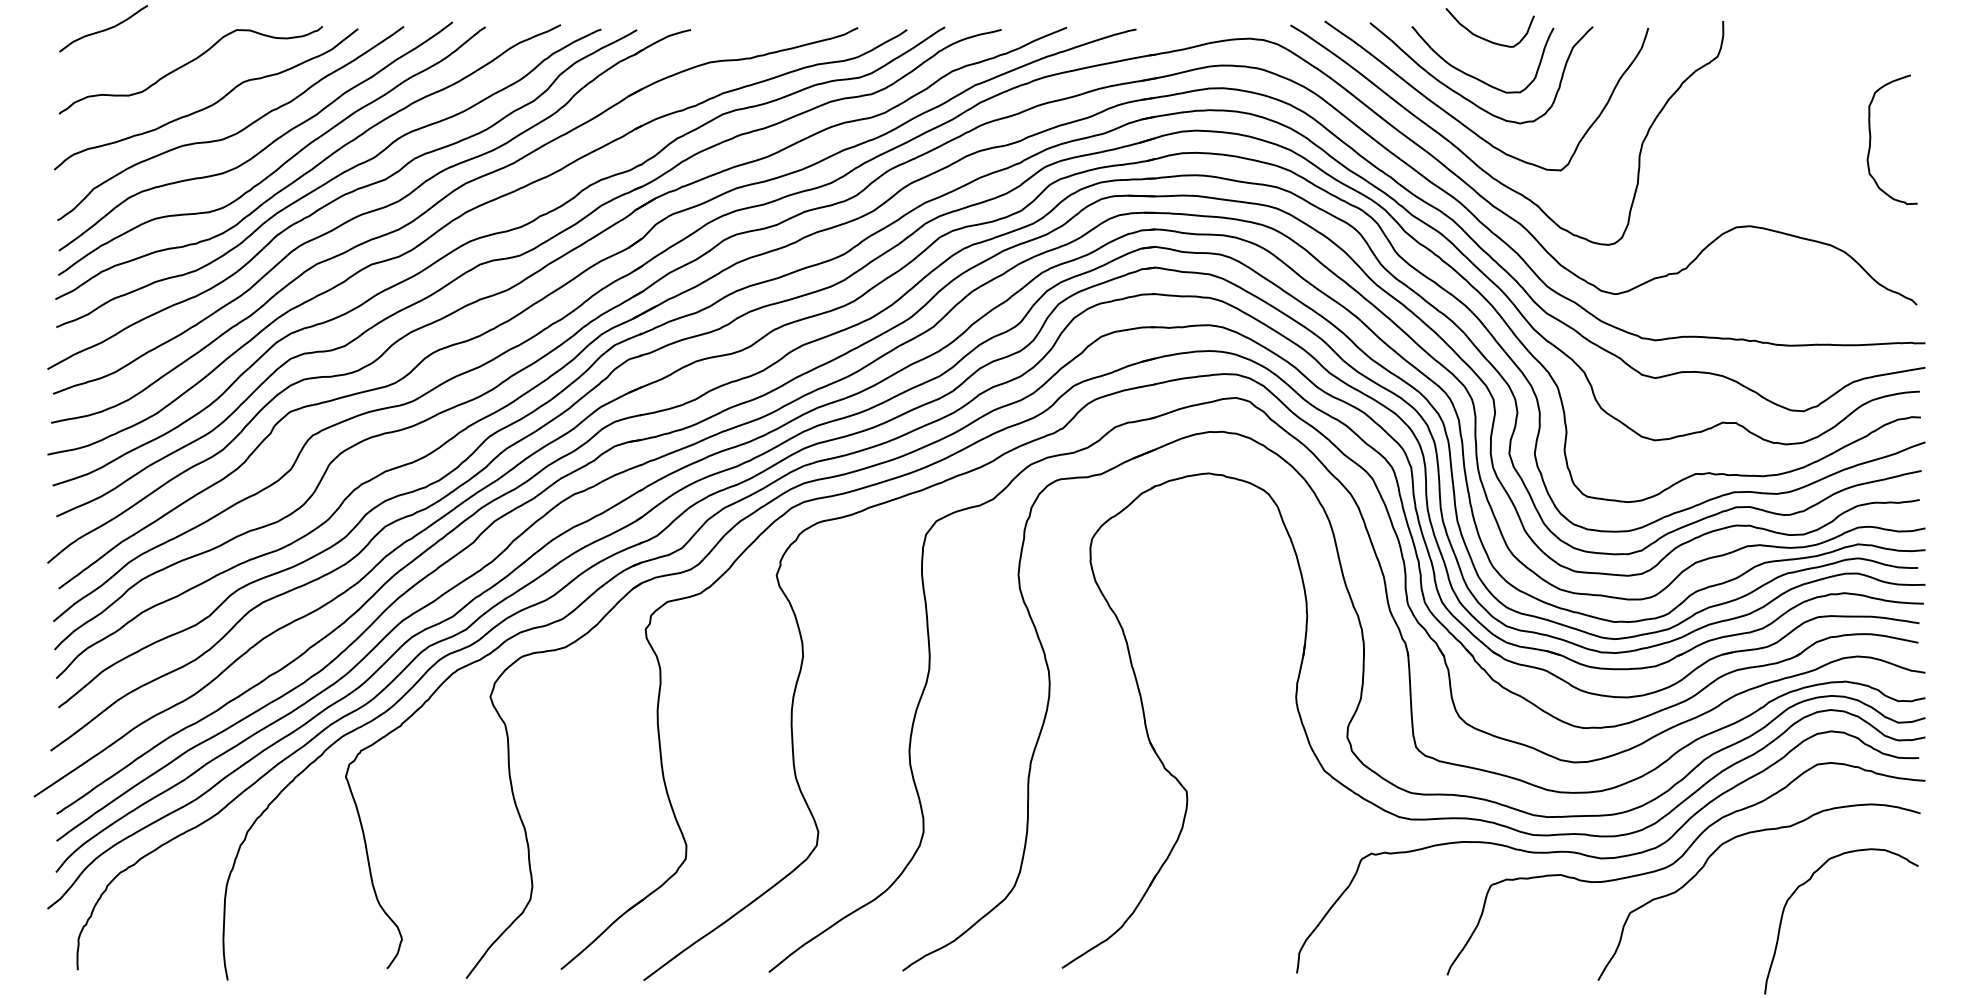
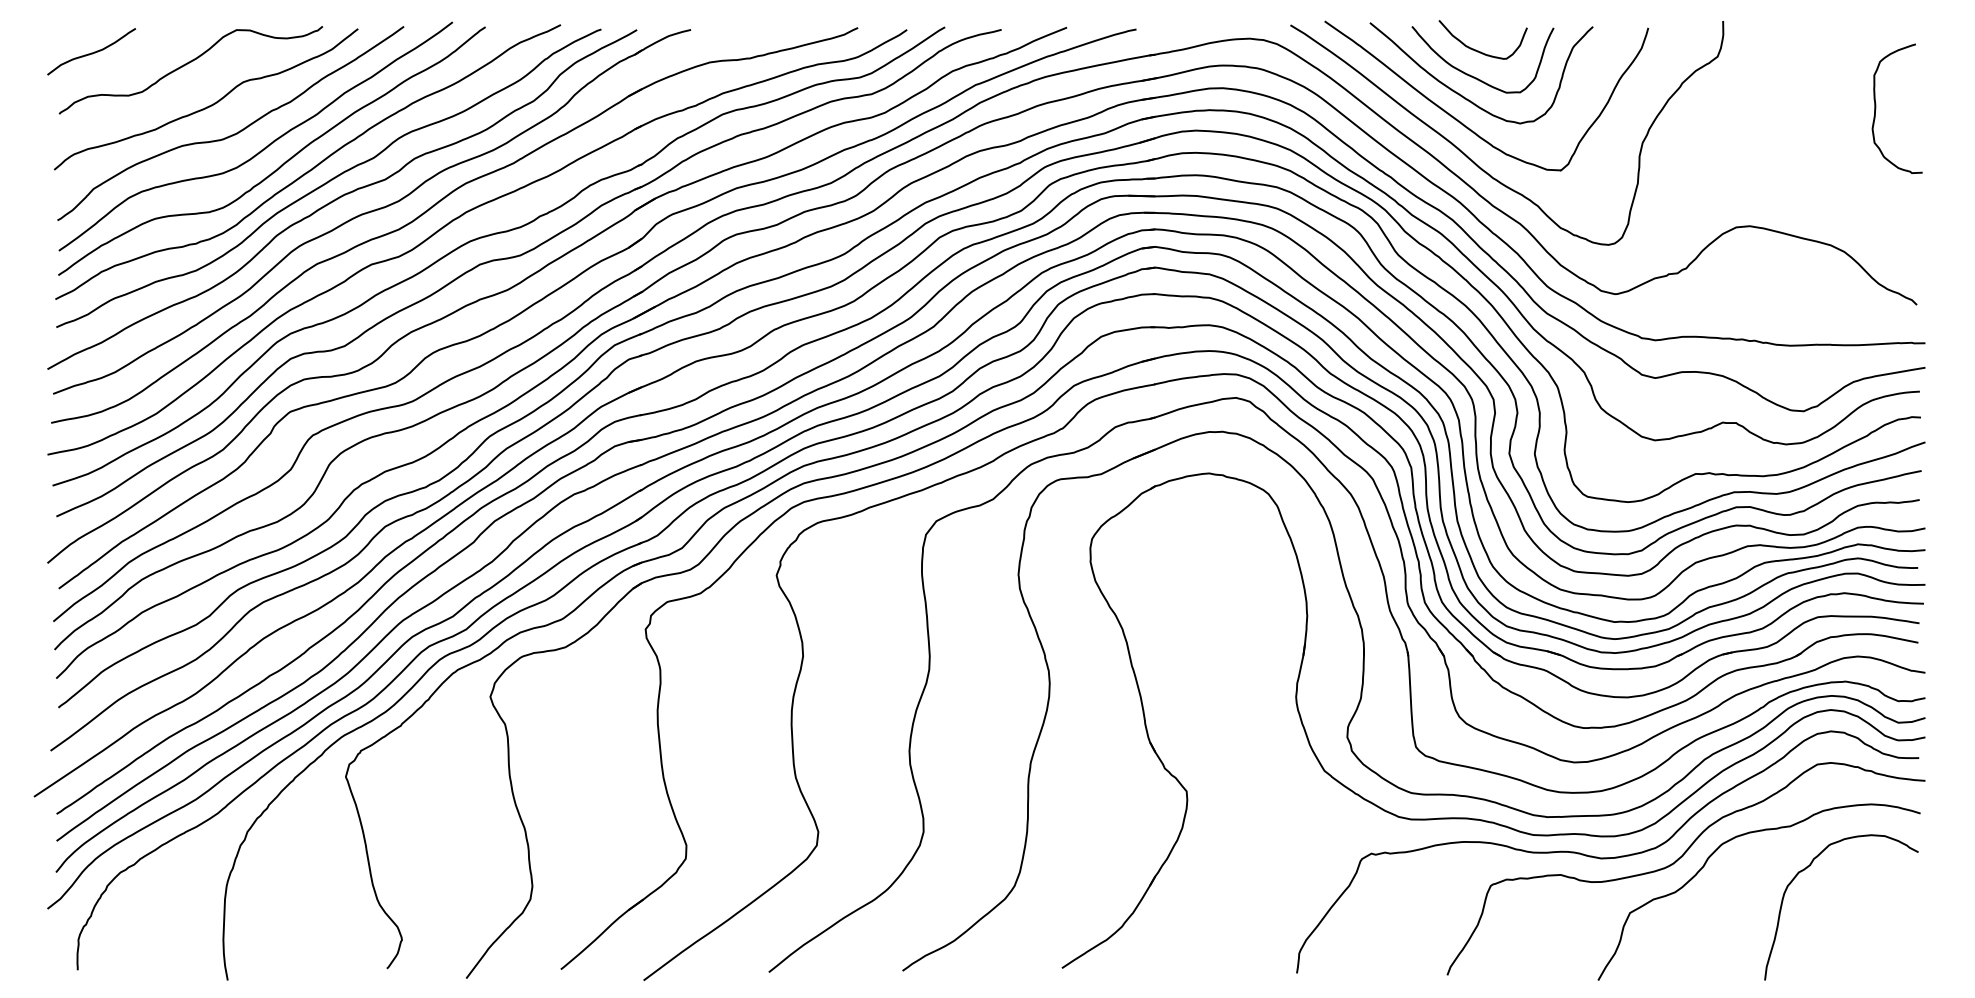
curve at (103, 29) position: (103, 29) -> (91, 52)
curve at (1483, 37) position: (1483, 37) -> (1476, 49)
curve at (1871, 139) position: (1871, 139) -> (1876, 108)
curve at (1810, 880) position: (1810, 880) -> (1810, 866)
